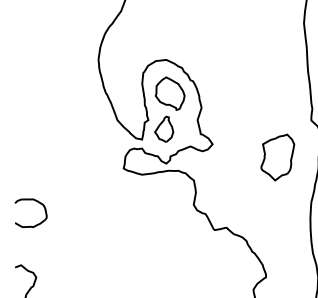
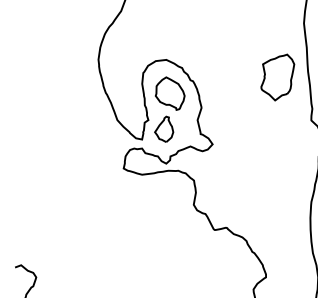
part at (277, 157) position: (277, 157) -> (277, 77)
part at (30, 225): present -> none
